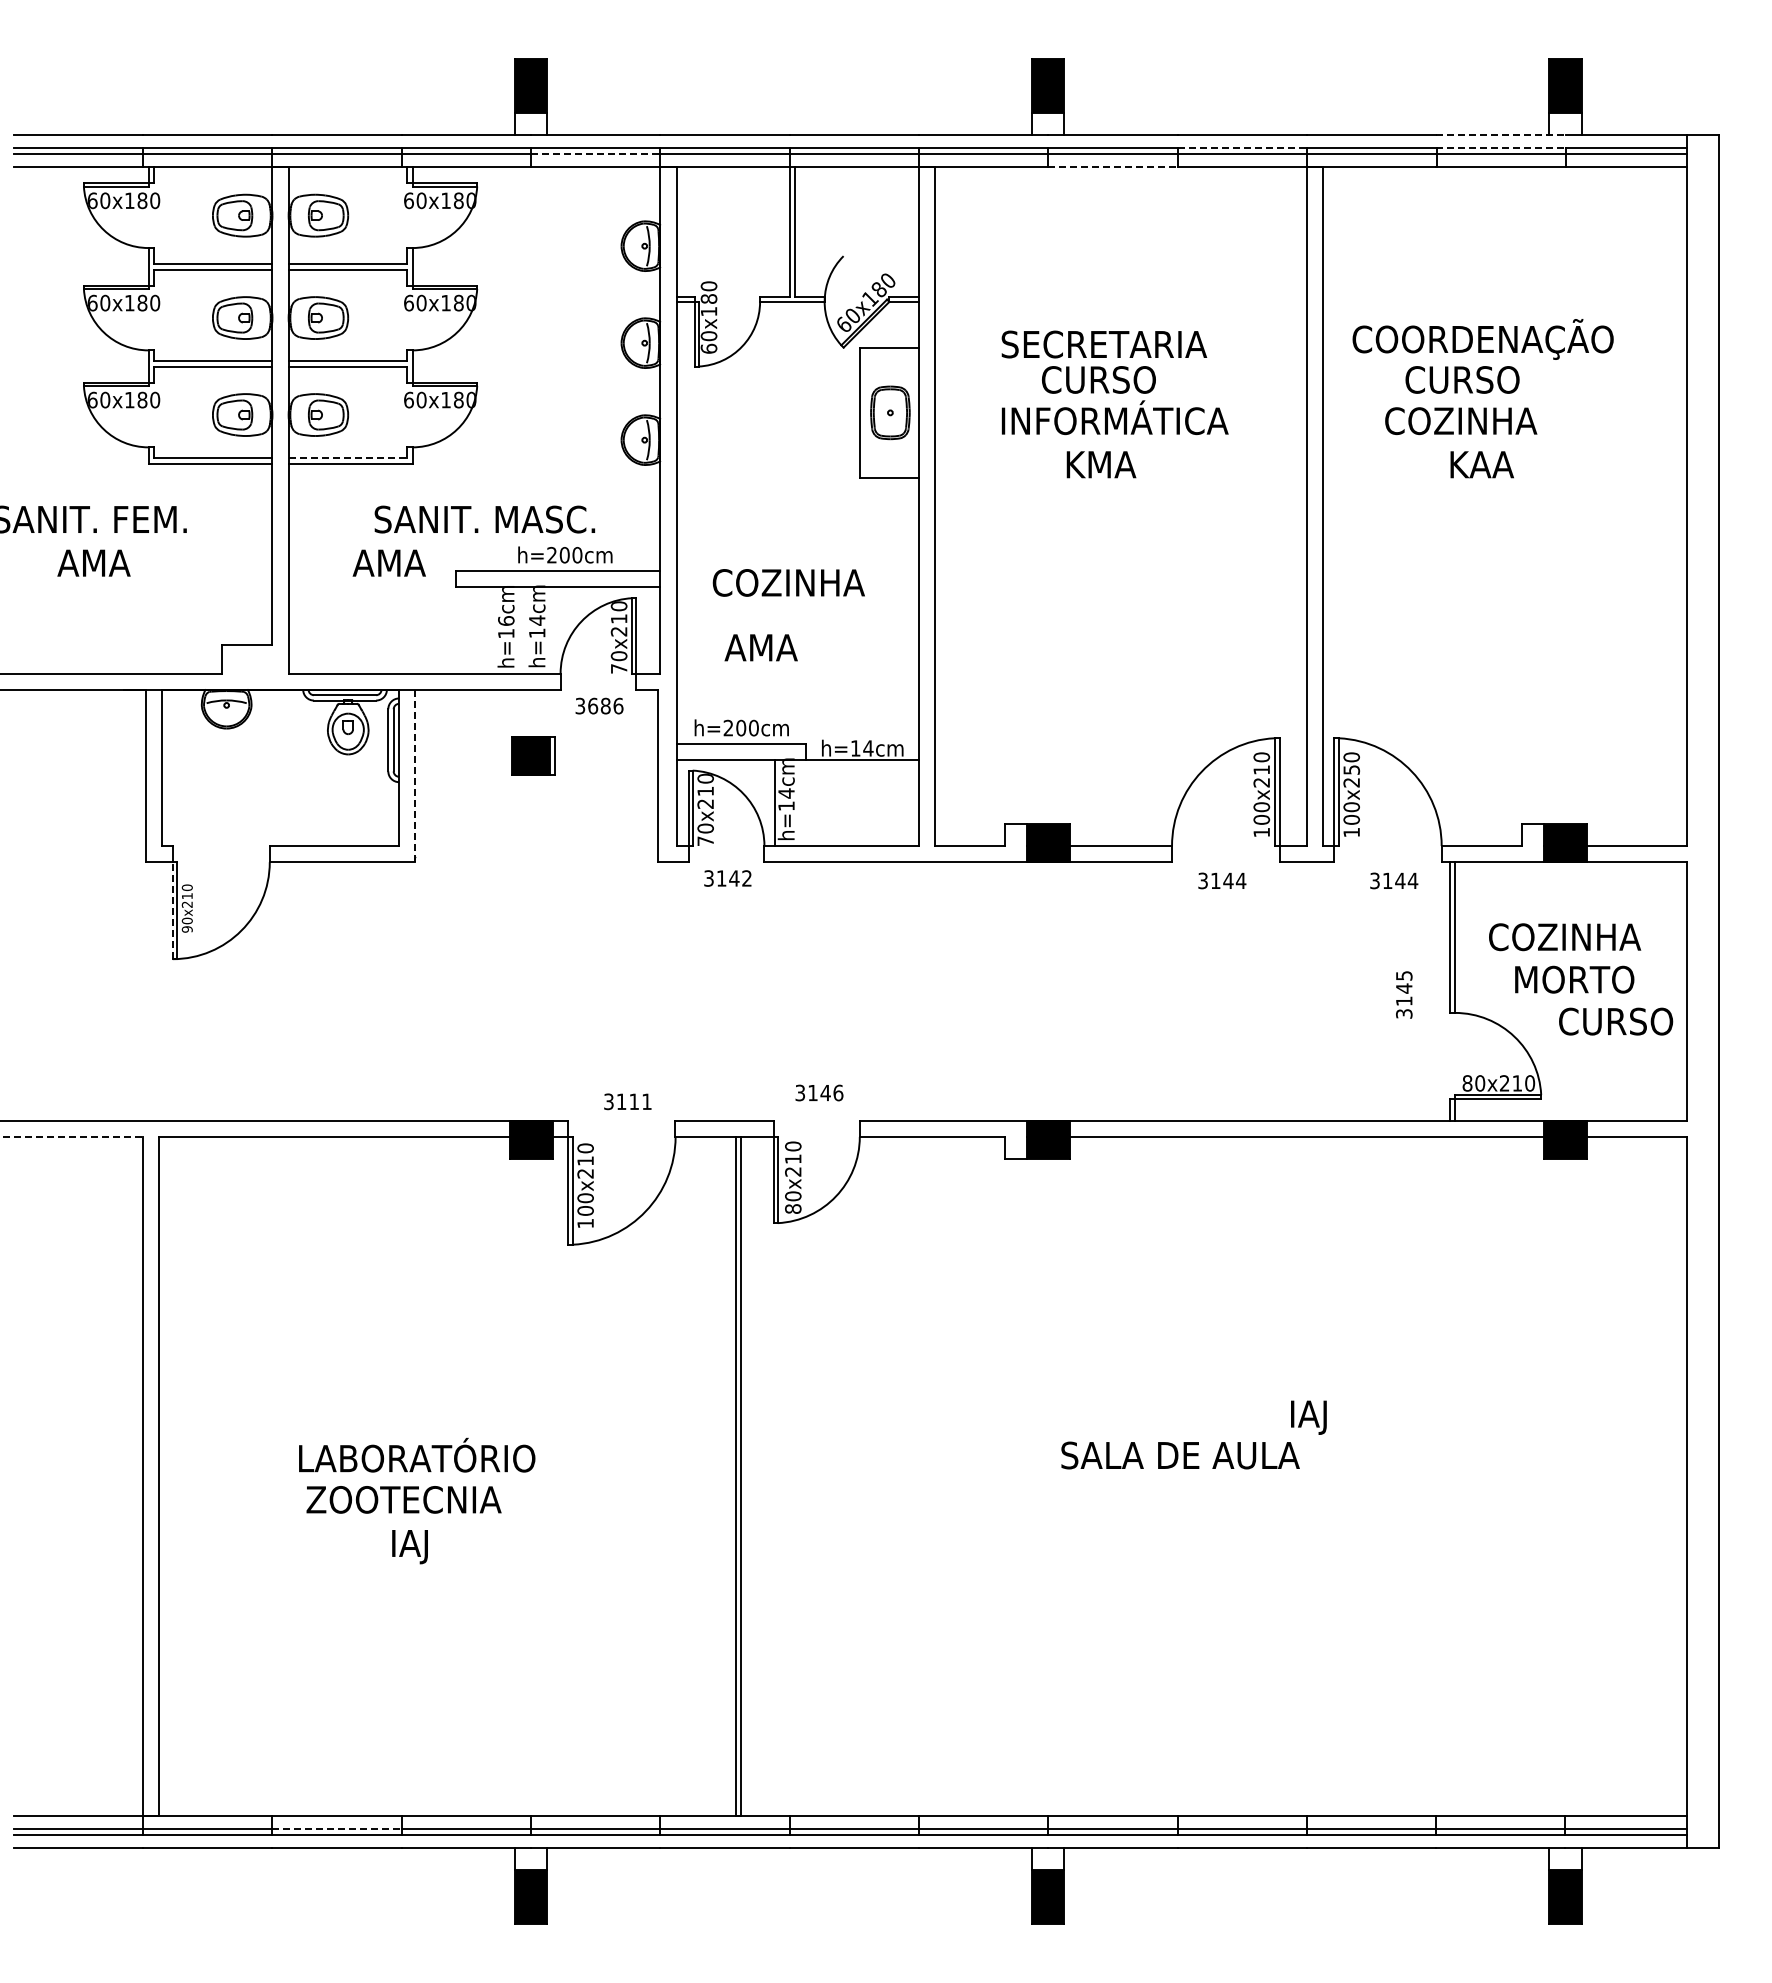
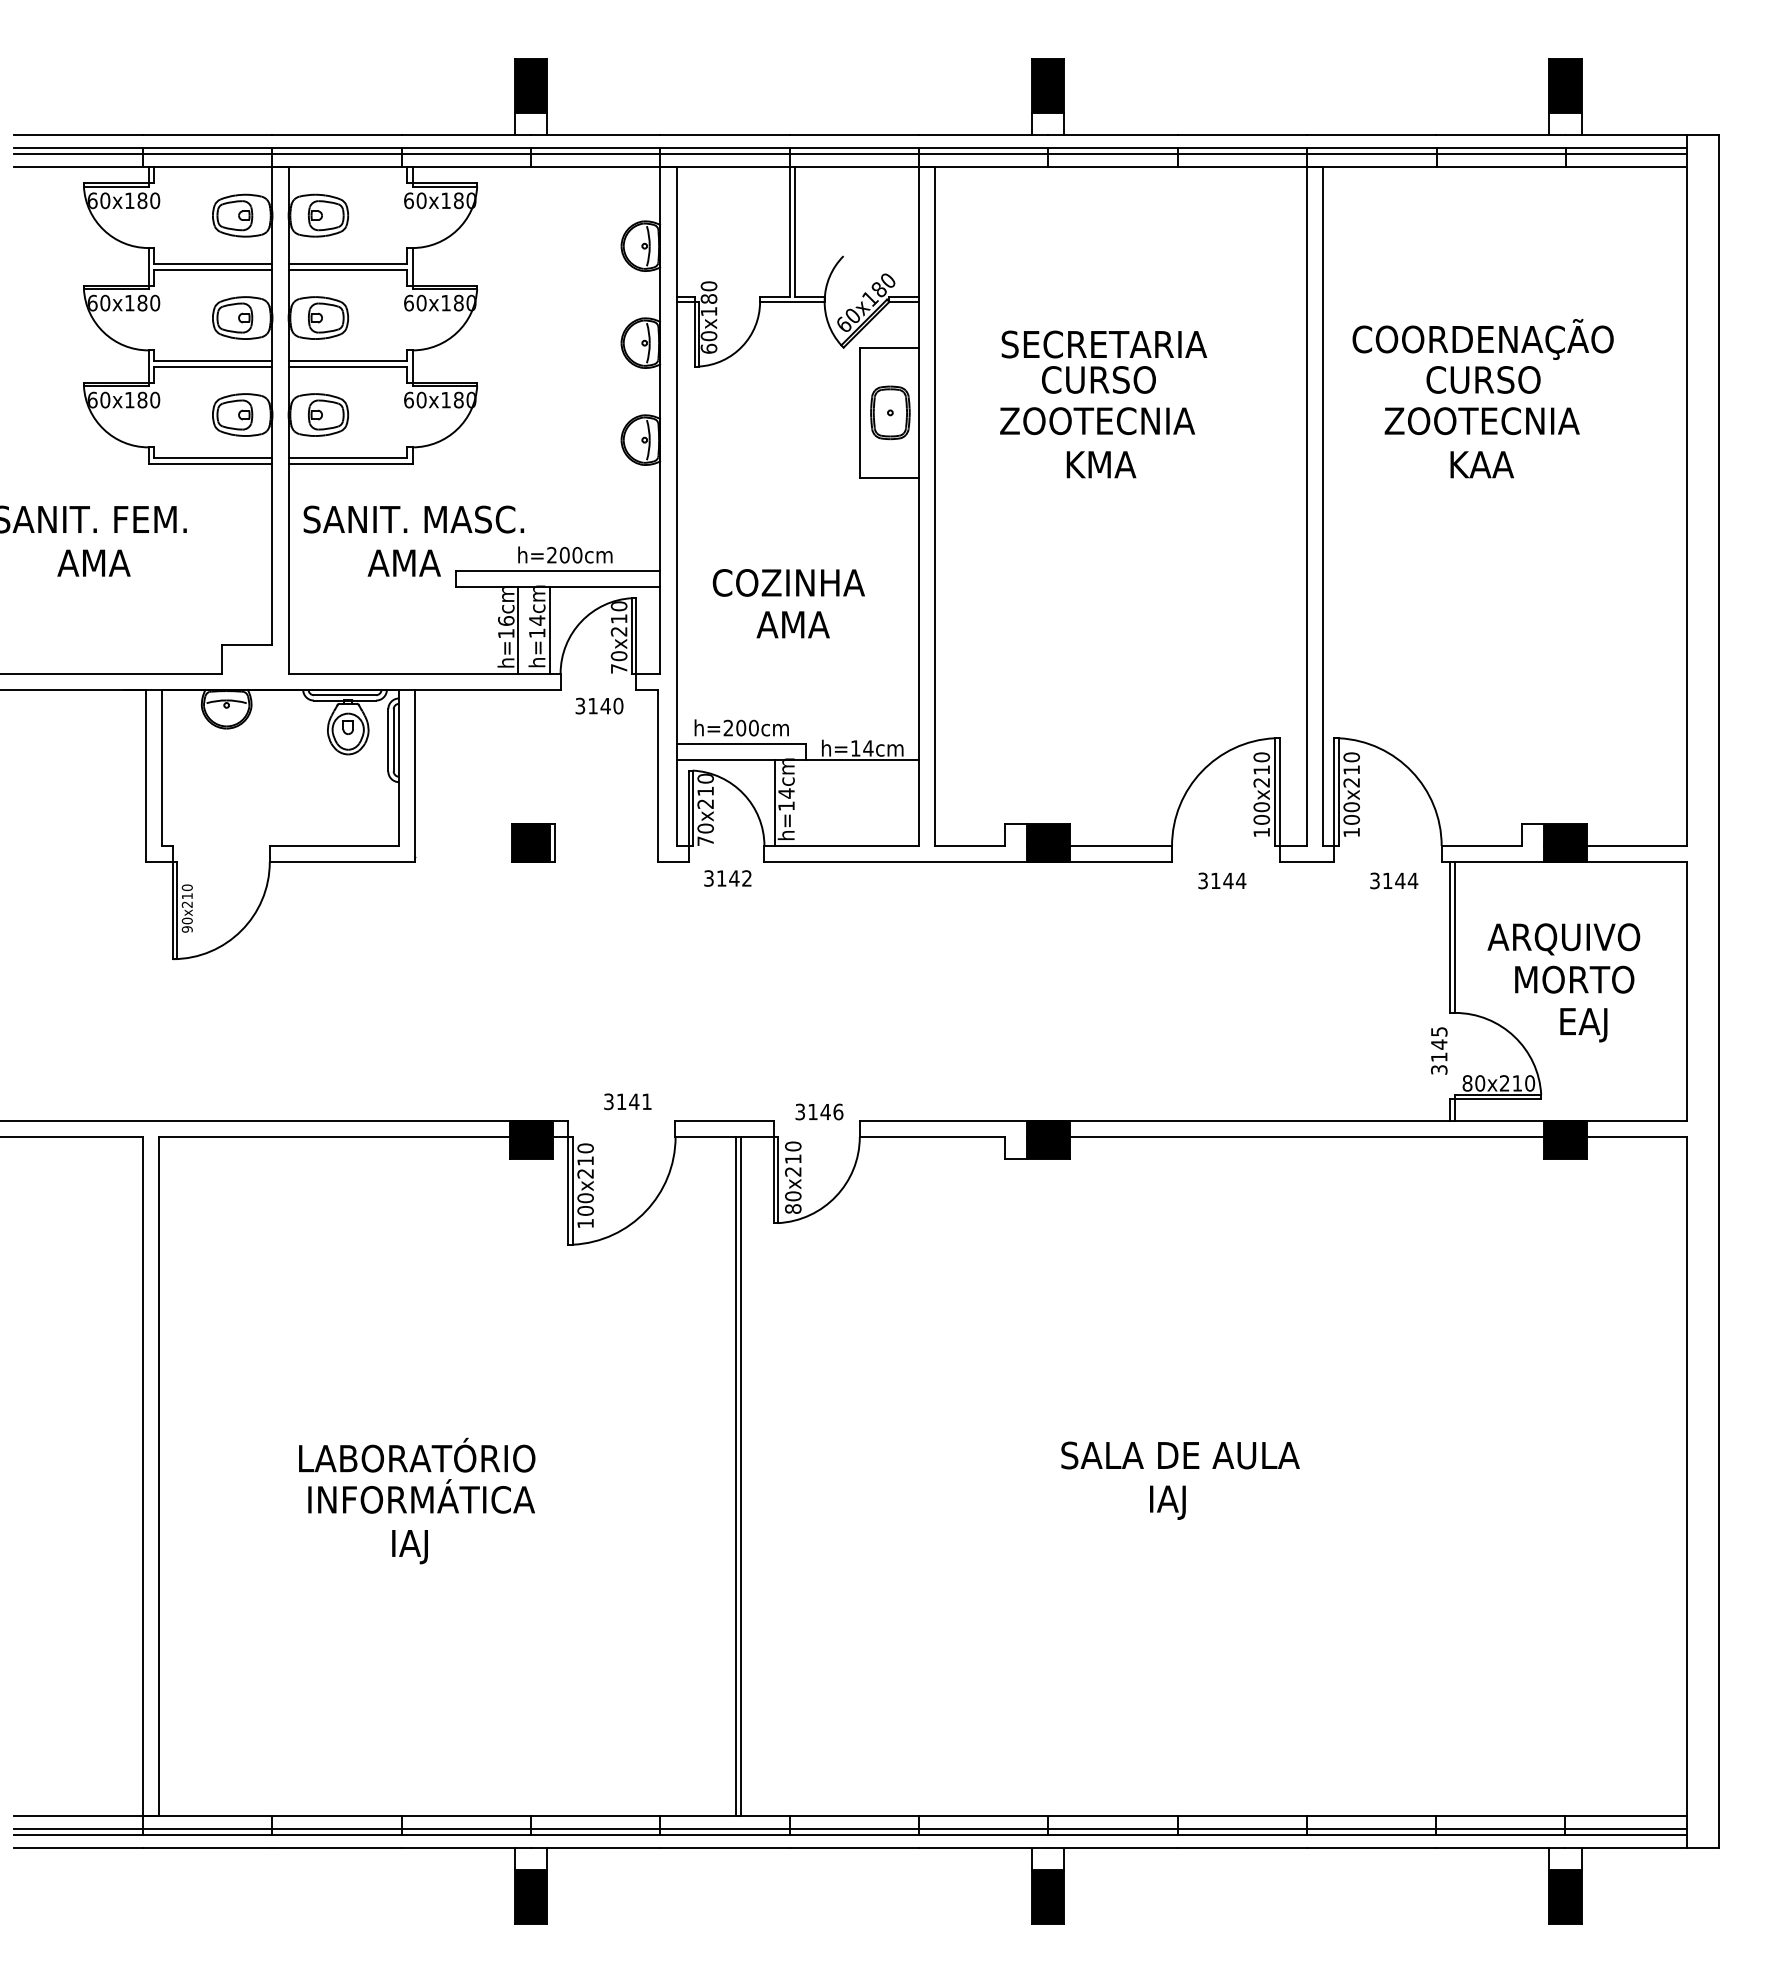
line at (1500, 134): dashed -> solid
line at (1242, 148): dashed -> solid
line at (1500, 148): dashed -> solid
line at (595, 153): dashed -> solid
line at (1112, 167): dashed -> solid
text at (1462, 379) position: (1462, 379) -> (1483, 379)
text at (1114, 417): INFORMÁTICA -> ZOOTECNIA
text at (1481, 421): COZINHA -> ZOOTECNIA
line at (348, 458): dashed -> solid
text at (484, 519) position: (484, 519) -> (413, 519)
text at (388, 562) position: (388, 562) -> (403, 562)
line at (517, 630): none -> present
line at (549, 630): none -> present
text at (760, 647) position: (760, 647) -> (792, 624)
text at (605, 705): 3686 -> 3140
part at (533, 755) position: (533, 755) -> (533, 842)
text at (1351, 769): 100x250 -> 100x210
line at (415, 776): dashed -> solid
line at (172, 910): dashed -> solid
text at (1564, 939): COZINHA -> ARQUIVO
text at (1404, 994) position: (1404, 994) -> (1439, 1050)
text at (1616, 1024): CURSO -> EAJ
text at (819, 1092) position: (819, 1092) -> (819, 1111)
text at (634, 1101): 3111 -> 3141
line at (72, 1136): dashed -> solid
text at (1308, 1417) position: (1308, 1417) -> (1167, 1502)
text at (420, 1496): ZOOTECNIA -> INFORMÁTICA
line at (337, 1829): dashed -> solid
